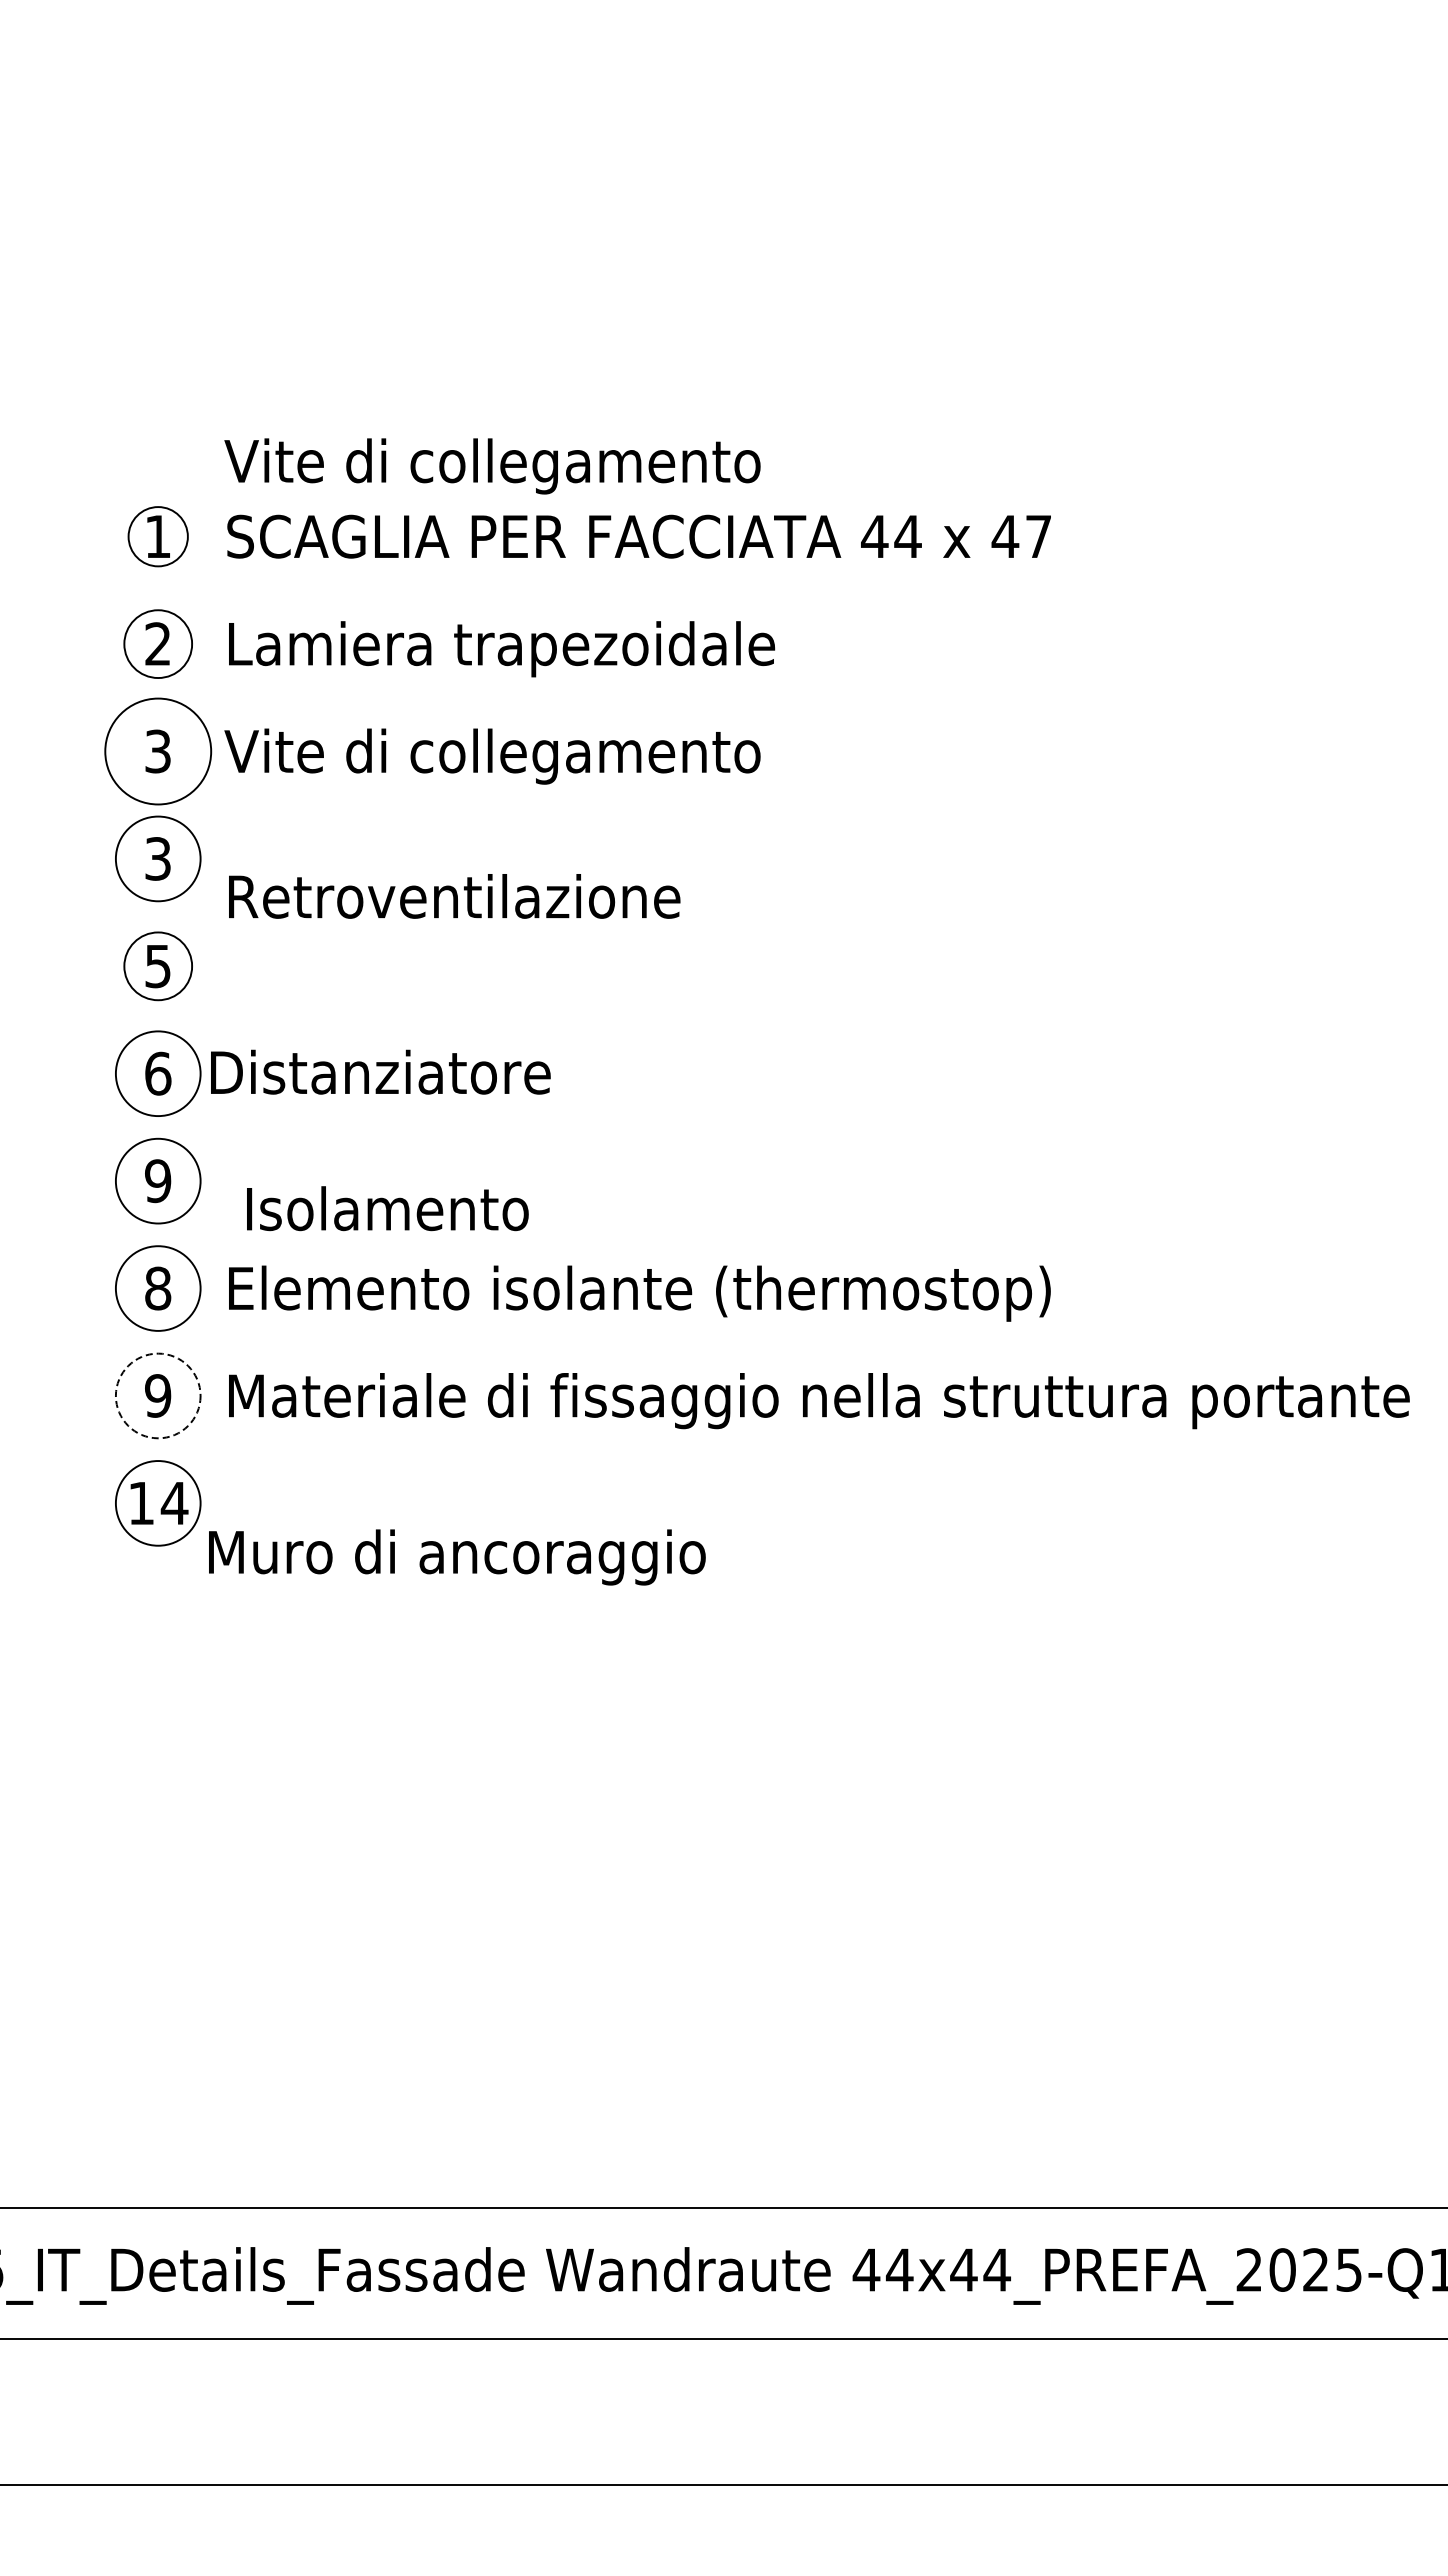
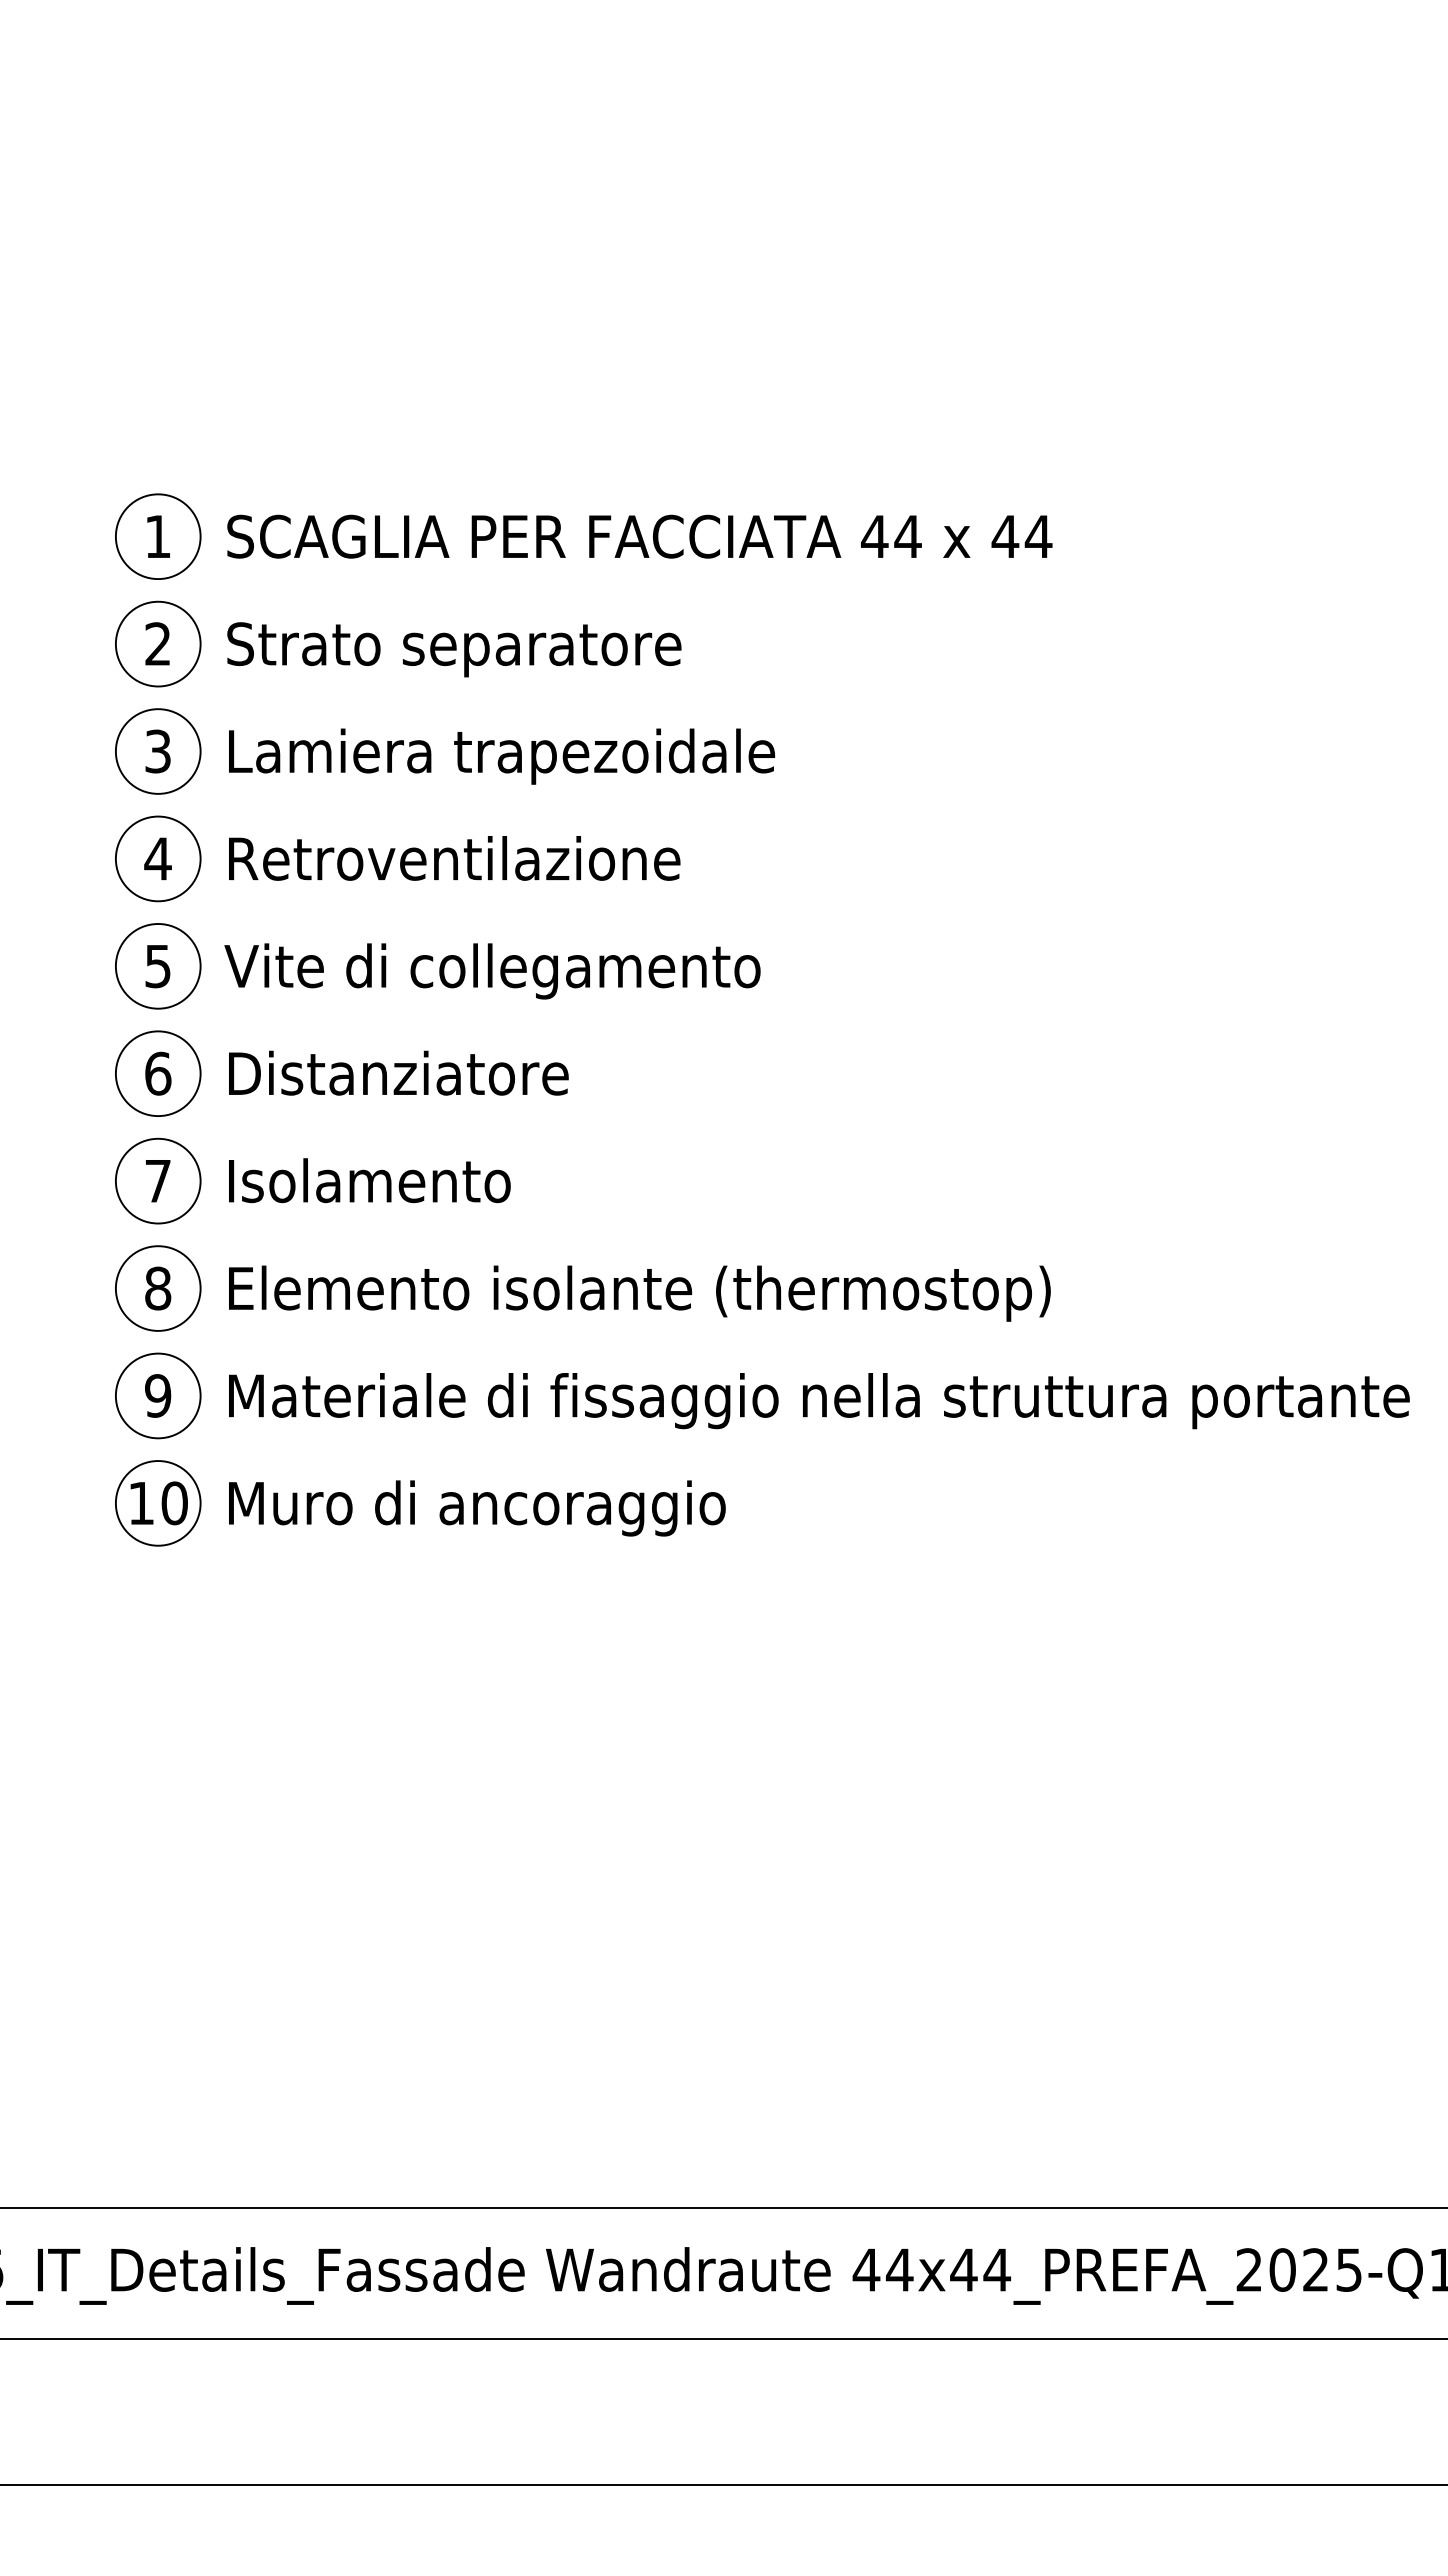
text at (492, 466) position: (492, 466) -> (492, 971)
circle at (157, 536) diameter: 59 px -> 85 px
text at (1038, 536): 47 -> 44
circle at (158, 644) diameter: 68 px -> 85 px
text at (501, 649): Lamiera trapezoidale -> Strato separatore
circle at (158, 751) diameter: 106 px -> 85 px
text at (499, 756): Vite di collegamento -> Lamiera trapezoidale
text at (157, 858): 3 -> 4
text at (454, 896) position: (454, 896) -> (454, 858)
circle at (158, 966) diameter: 68 px -> 85 px
text at (380, 1071) position: (380, 1071) -> (398, 1072)
text at (158, 1181): 9 -> 7
text at (387, 1208) position: (387, 1208) -> (369, 1180)
circle at (157, 1395): dashed -> solid
text at (174, 1503): 14 -> 10
text at (457, 1557) position: (457, 1557) -> (477, 1508)
